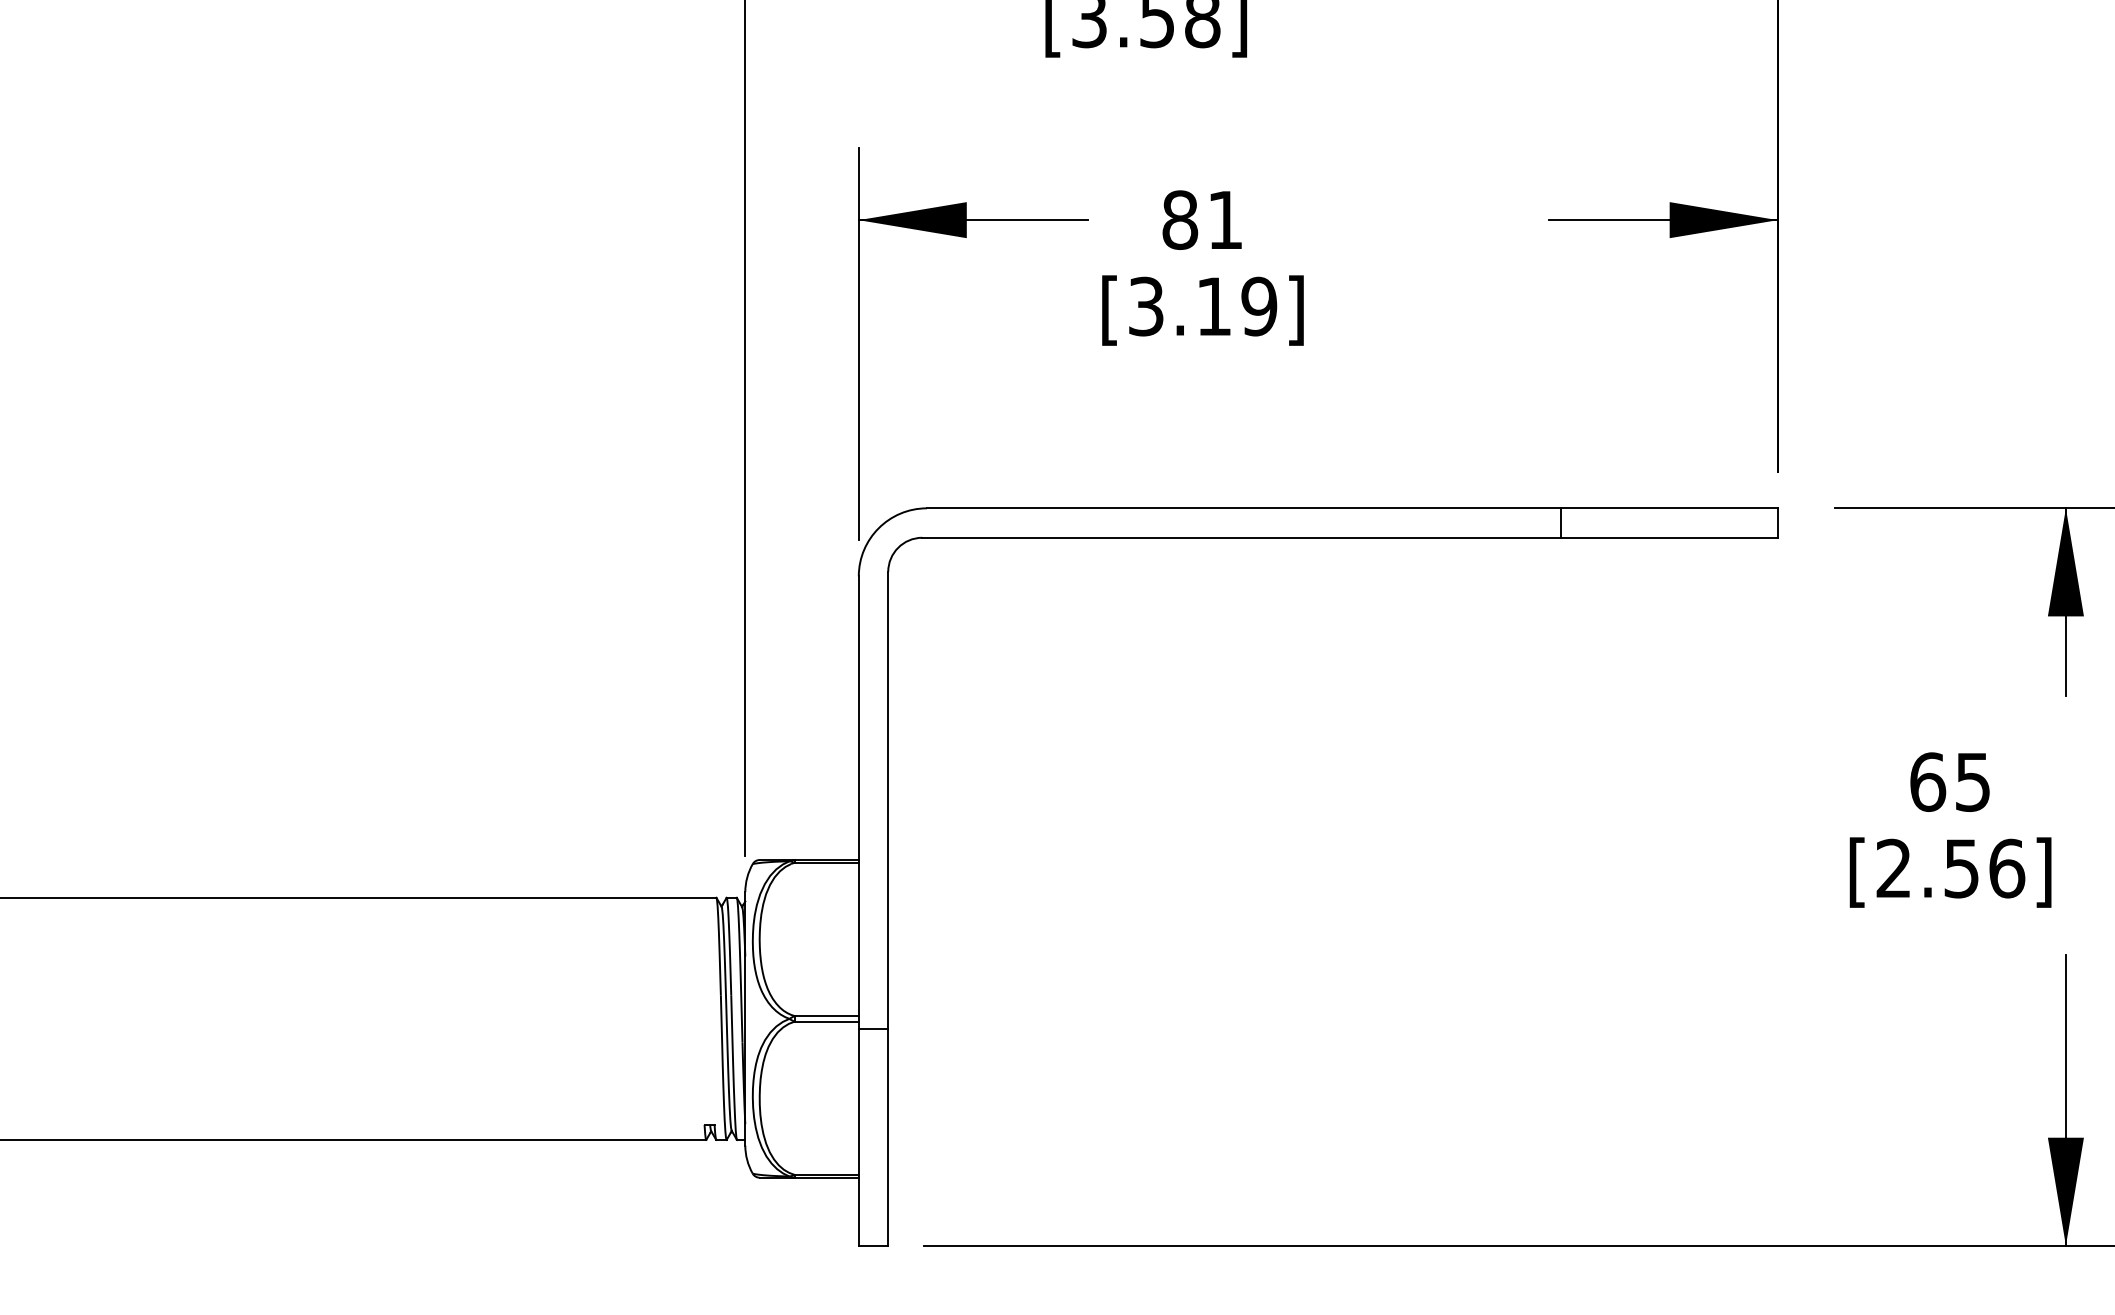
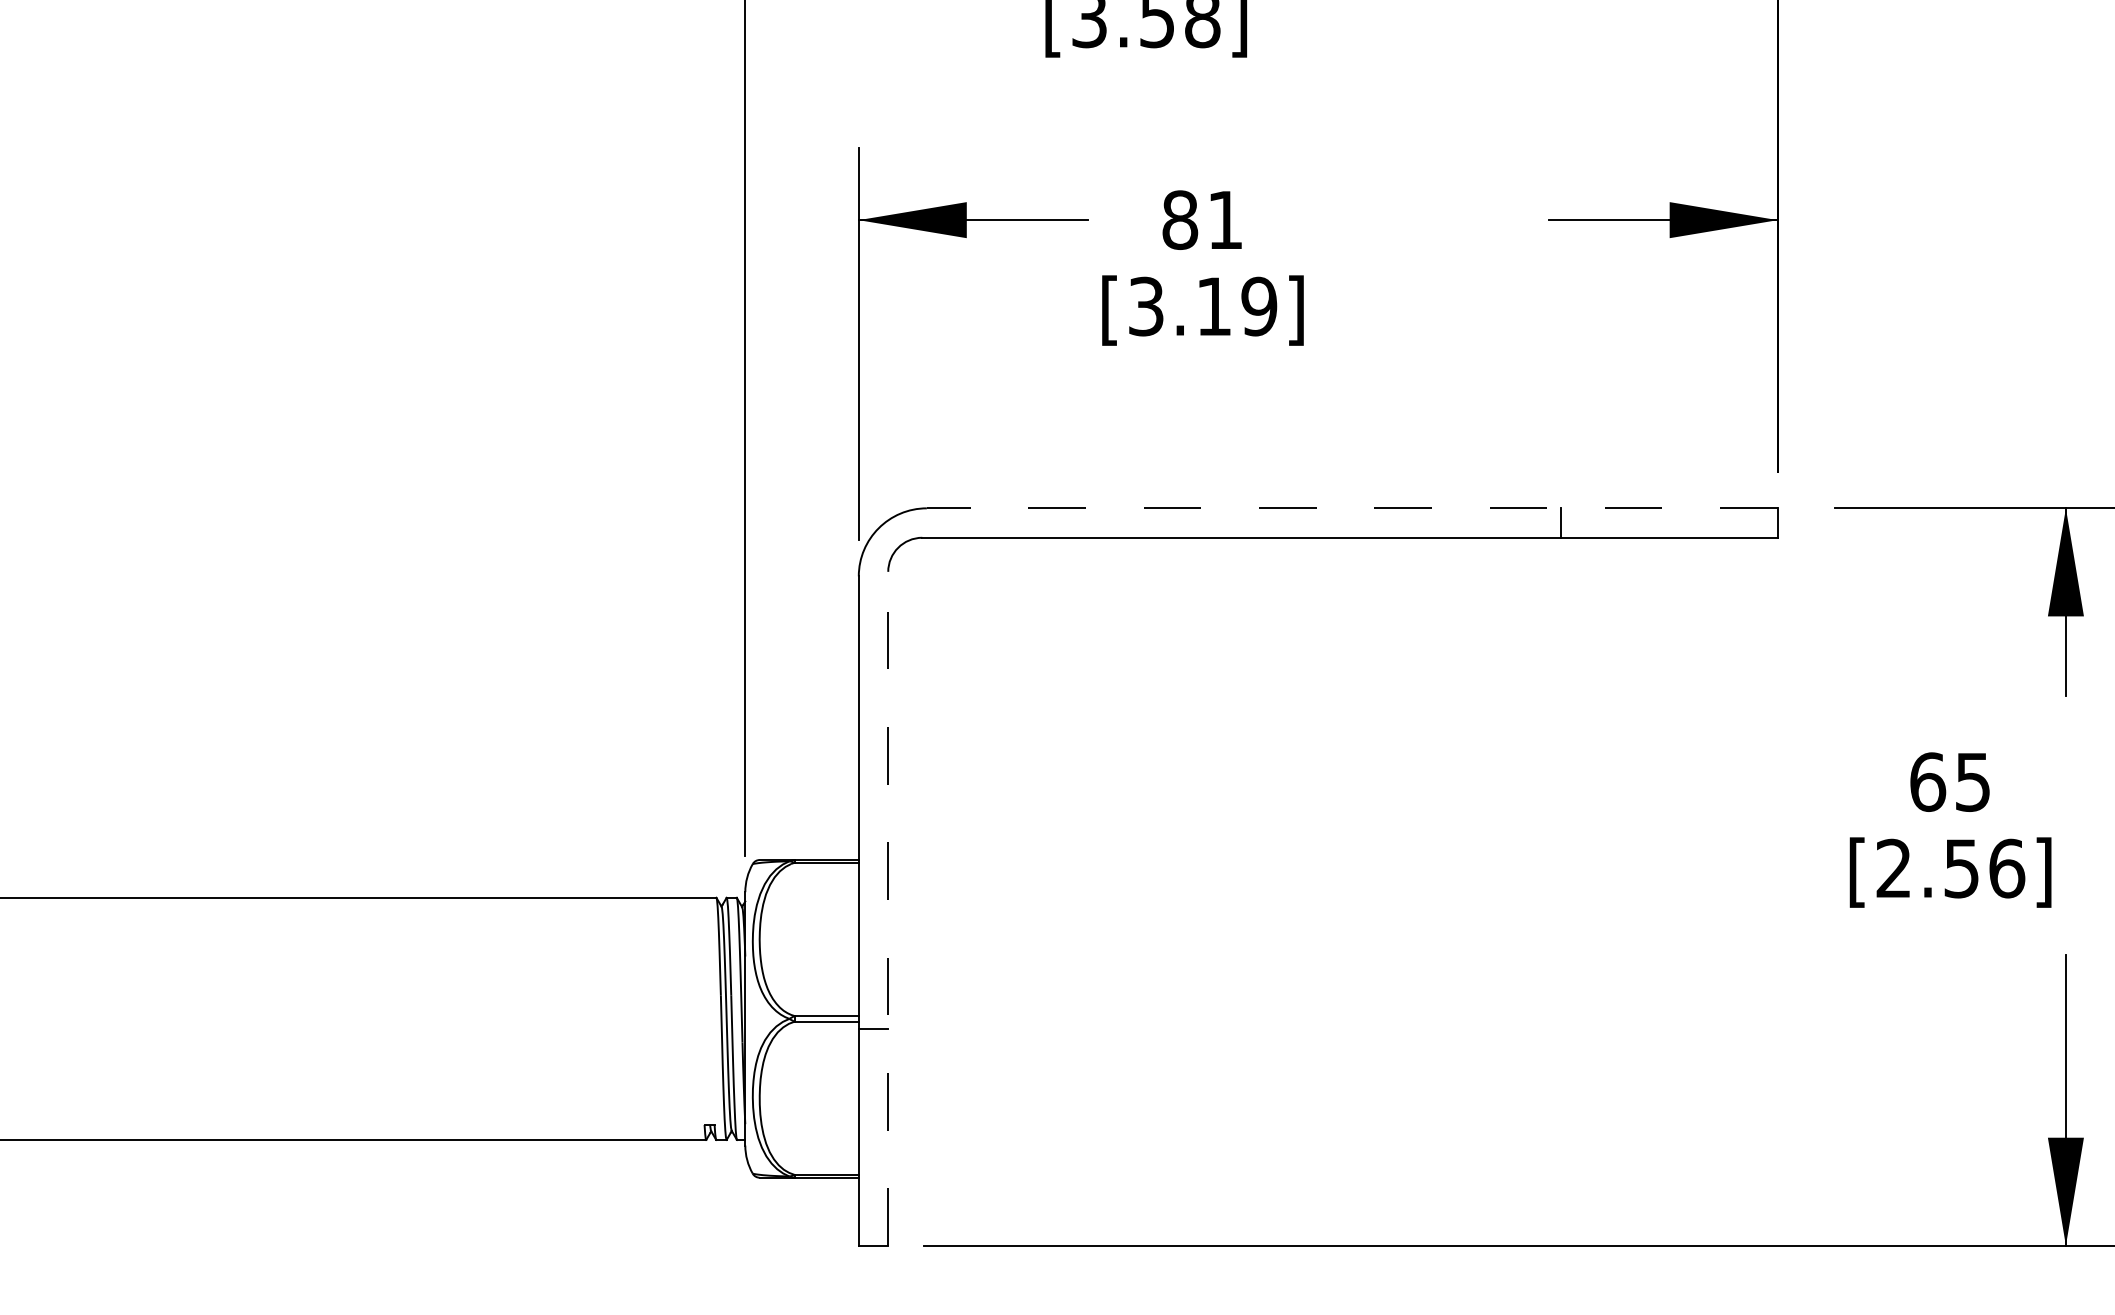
line at (1351, 508): solid -> dashed
line at (888, 908): solid -> dashed
